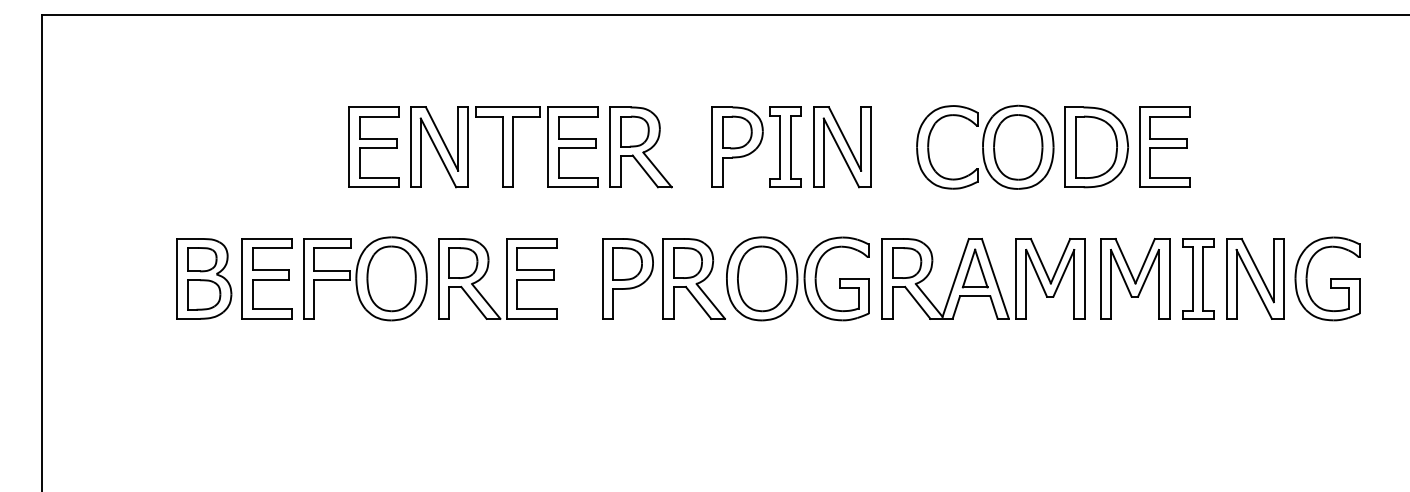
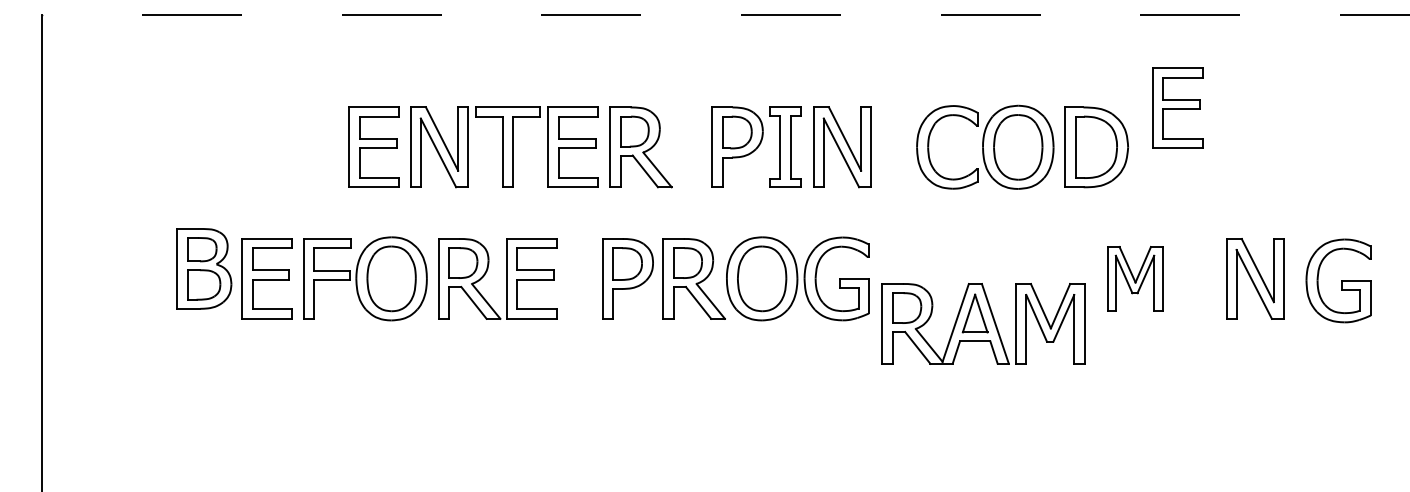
line at (725, 14): solid -> dashed
part at (1164, 146) position: (1164, 146) -> (1177, 107)
part at (204, 278) position: (204, 278) -> (204, 268)
part at (983, 278) position: (983, 278) -> (983, 323)
part at (1135, 278) size: 71x82 px -> 57x66 px
part at (1198, 278): present -> none
part at (1327, 278) position: (1327, 278) -> (1338, 280)
